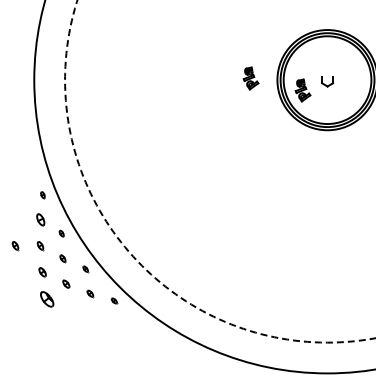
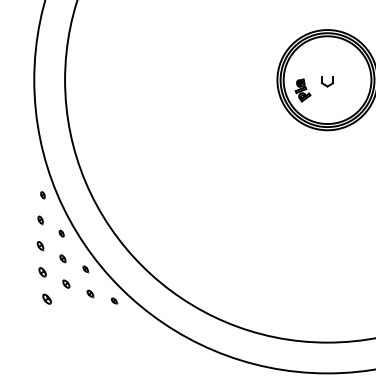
part at (250, 78): present -> none
circle at (220, 171): dashed -> solid
part at (40, 219) size: 10x14 px -> 7x11 px
part at (15, 246): present -> none
part at (47, 299) size: 15x17 px -> 10x12 px
